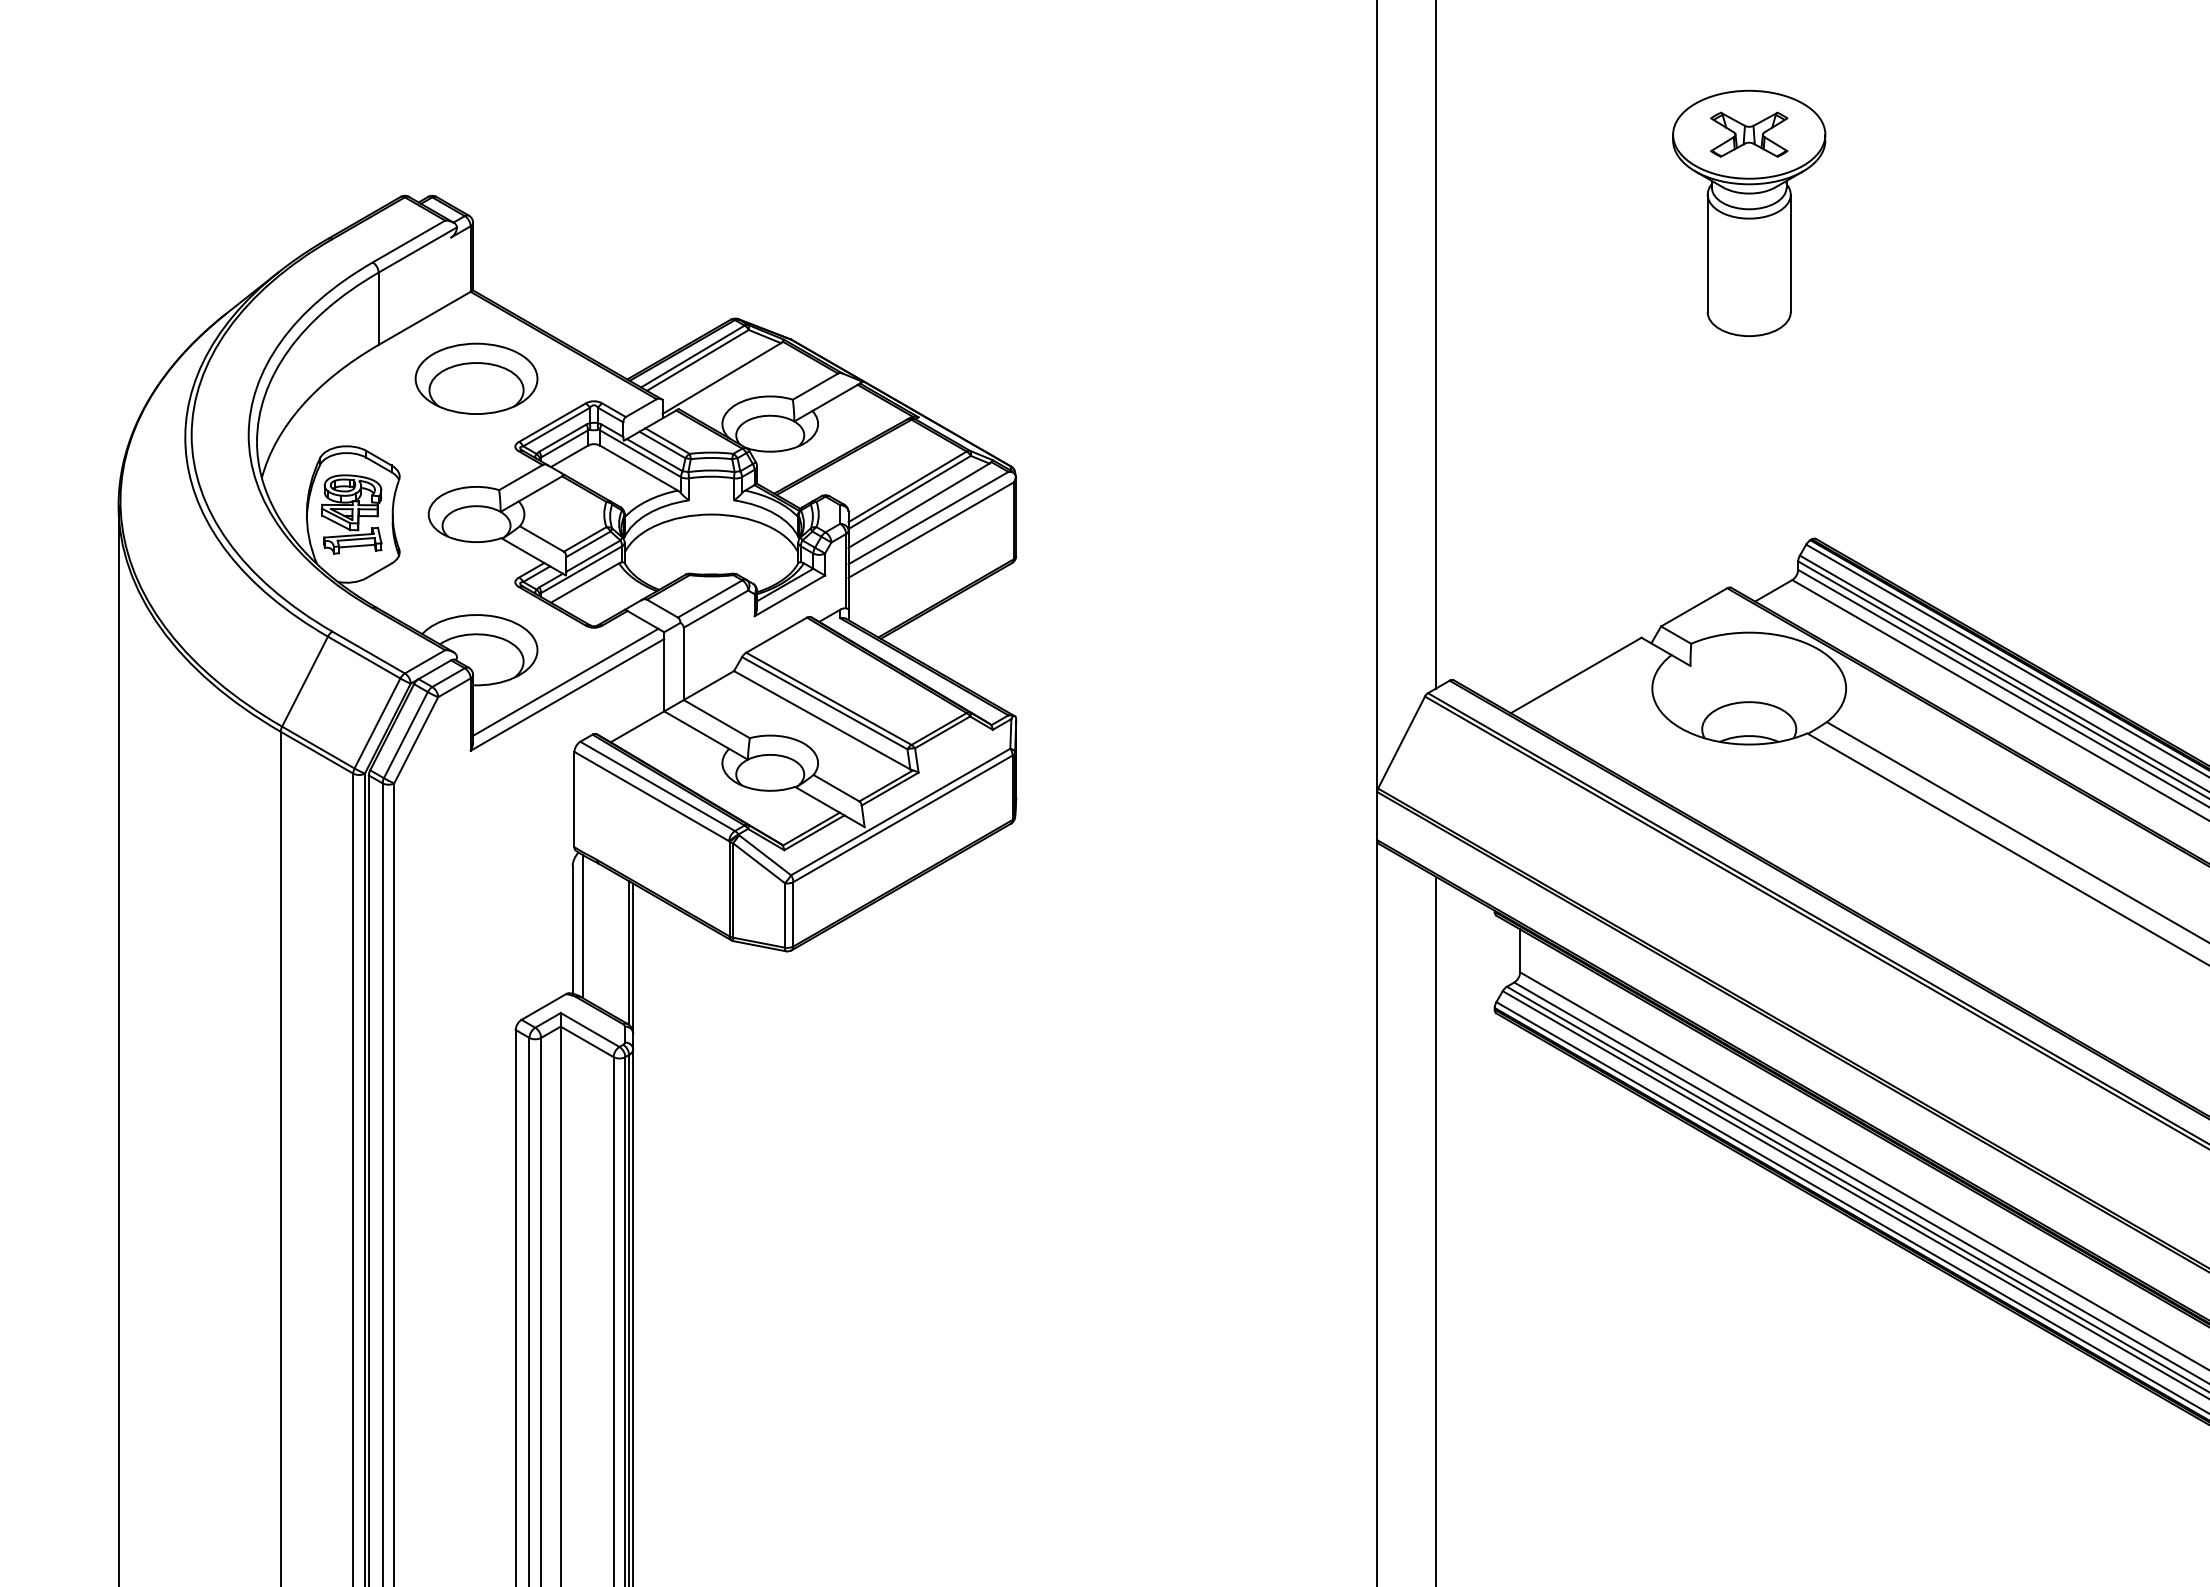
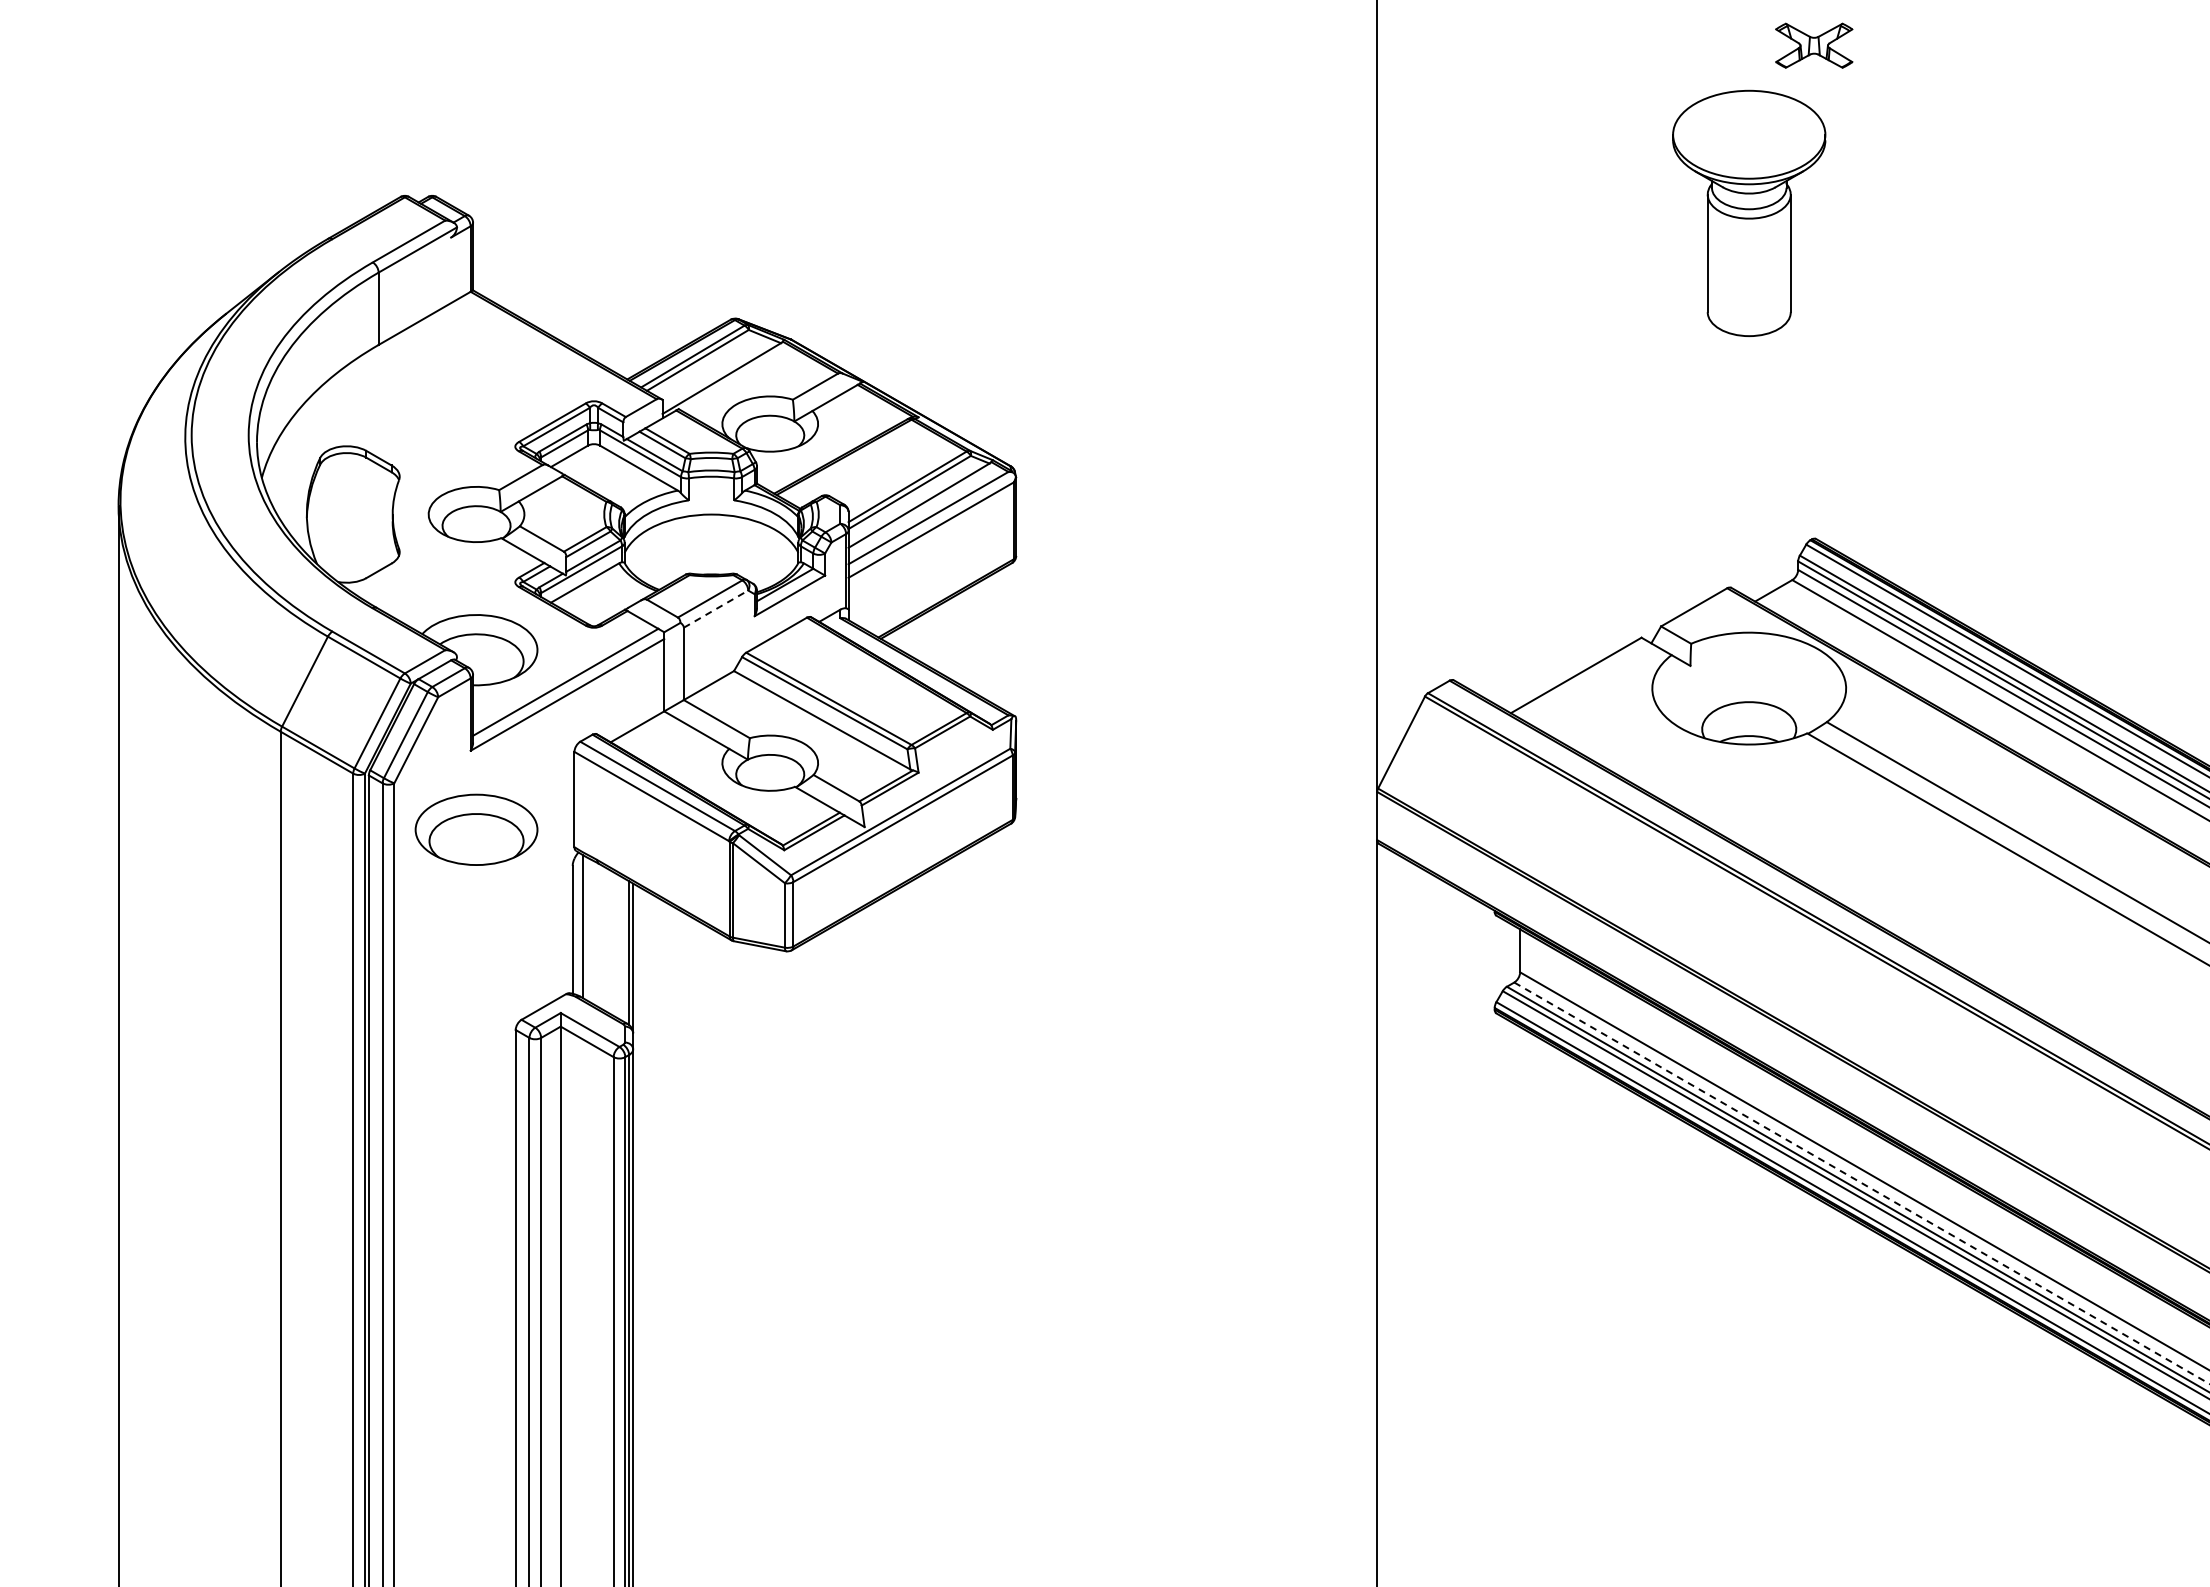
part at (1749, 134) position: (1749, 134) -> (1814, 45)
line at (1435, 345): present -> none
part at (476, 378) position: (476, 378) -> (476, 829)
part at (351, 514): present -> none
line at (716, 608): solid -> dashed
line at (1862, 1183): solid -> dashed
line at (1435, 1229): present -> none
